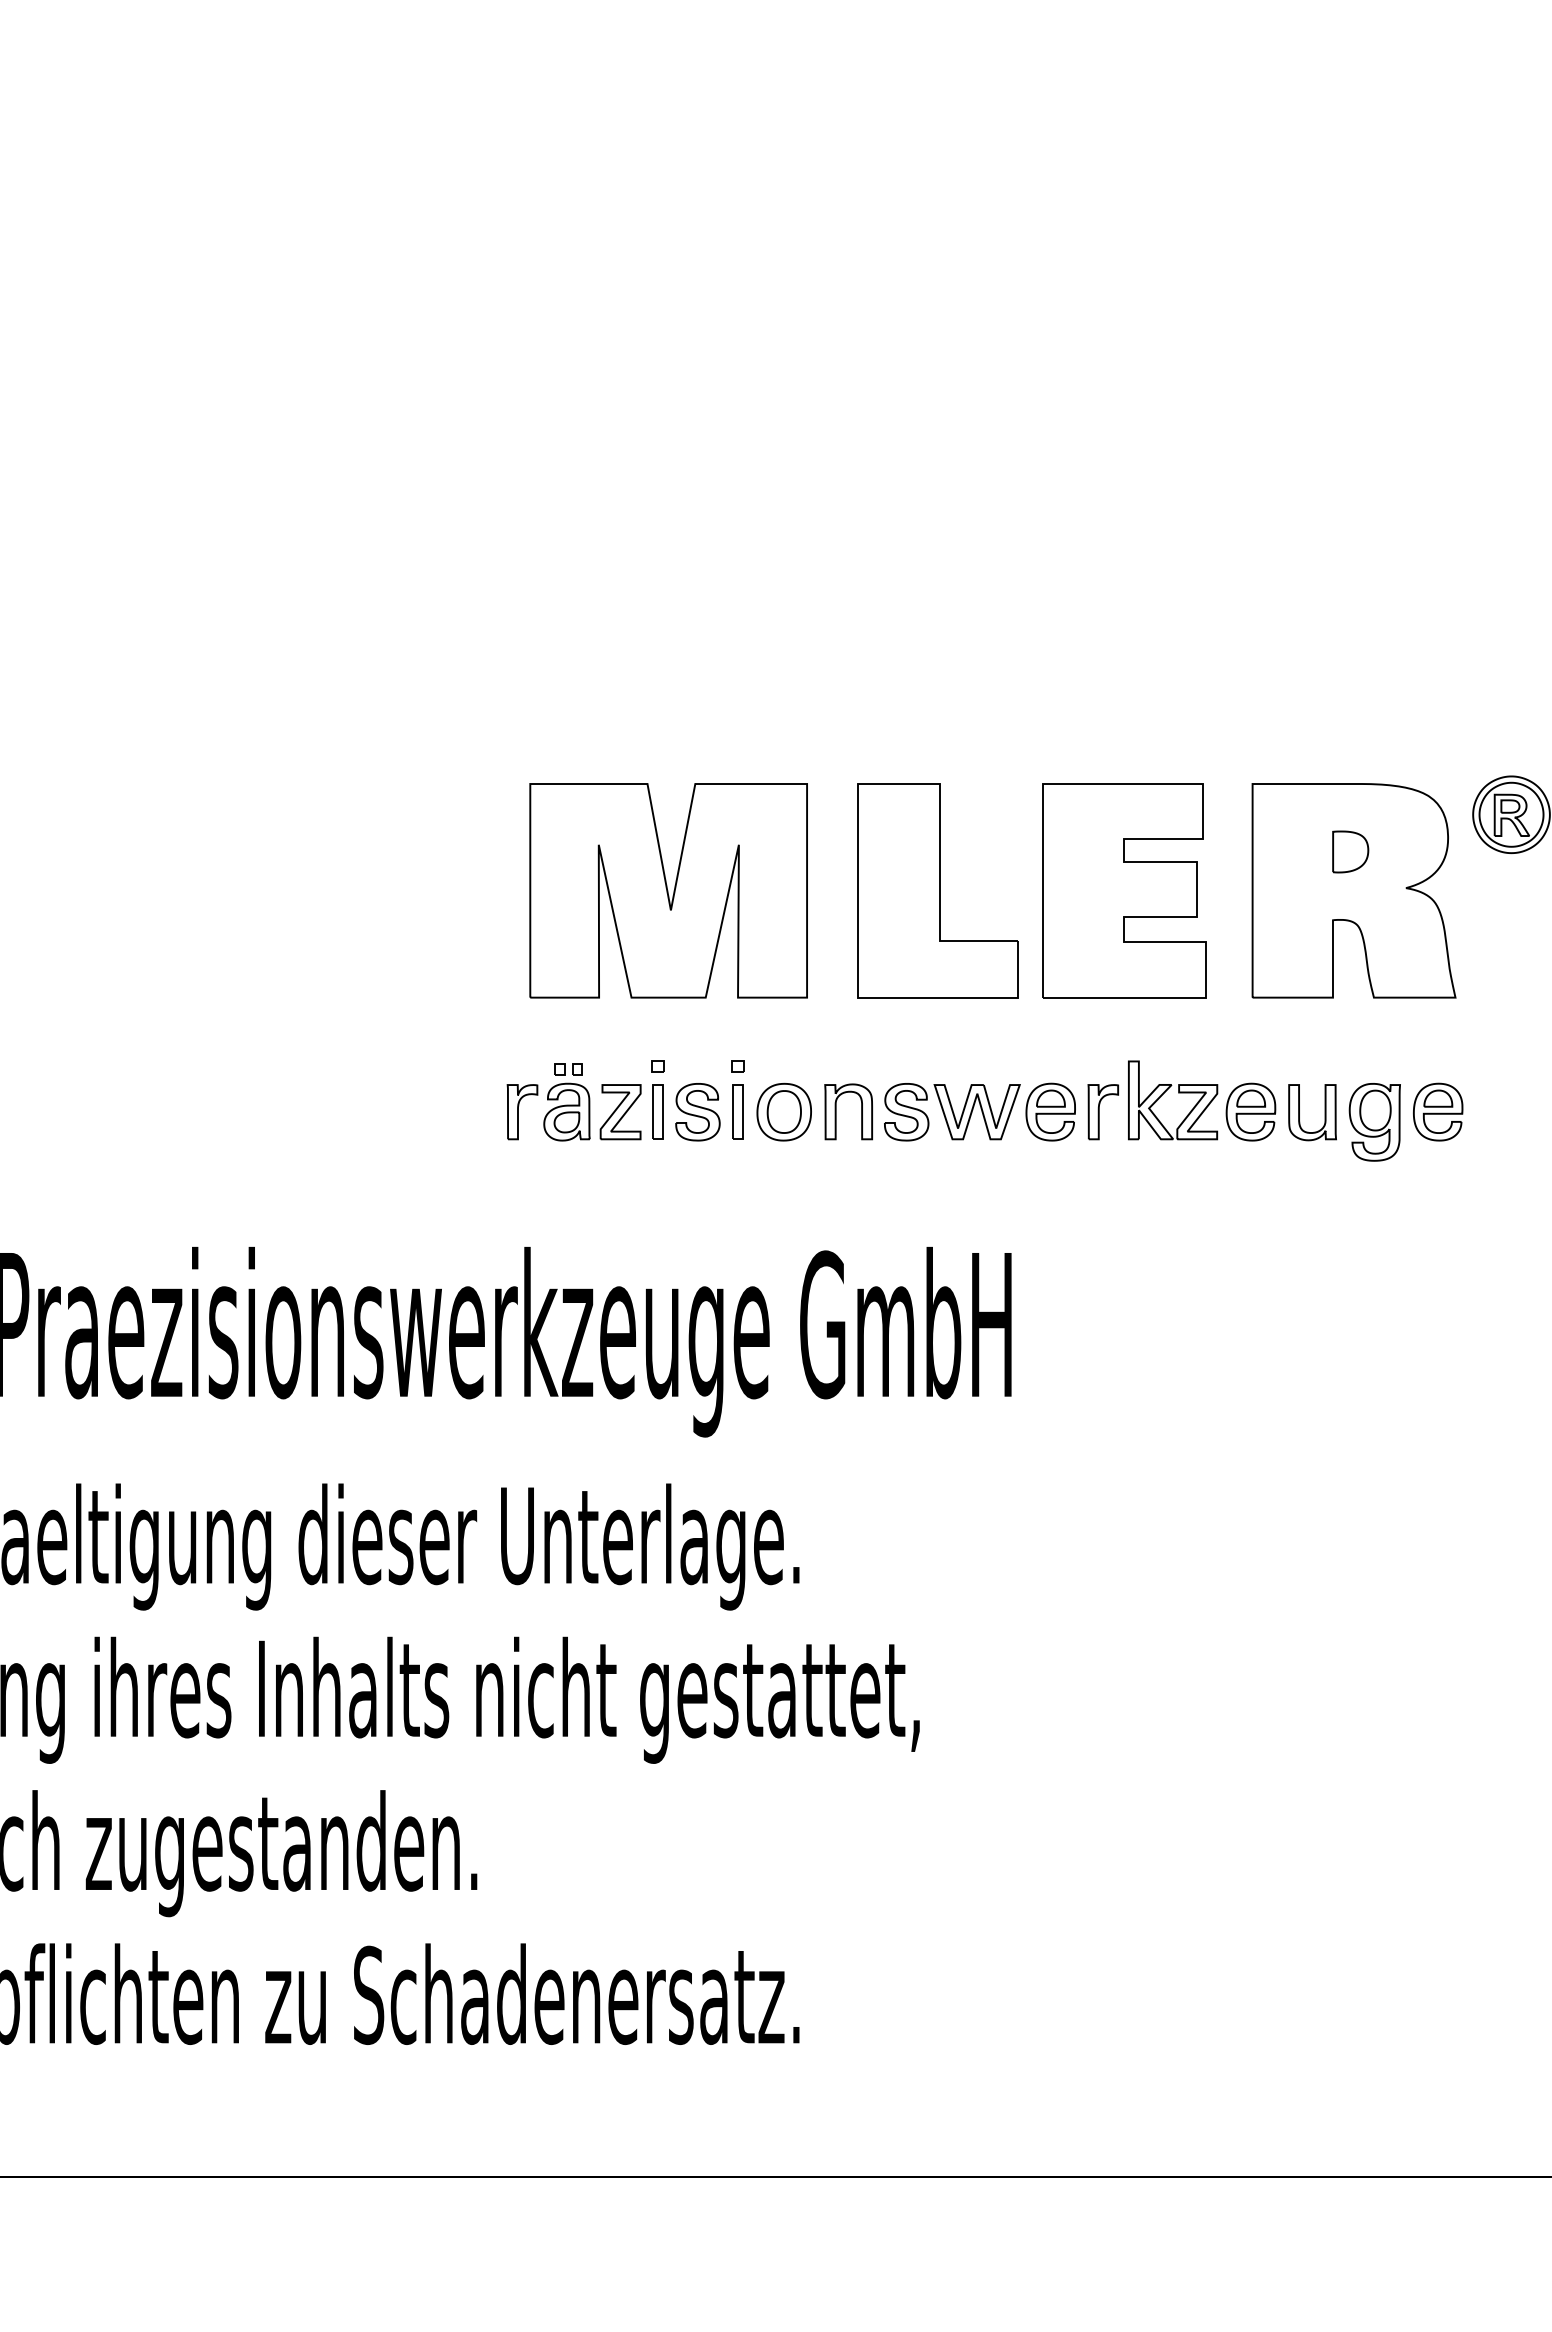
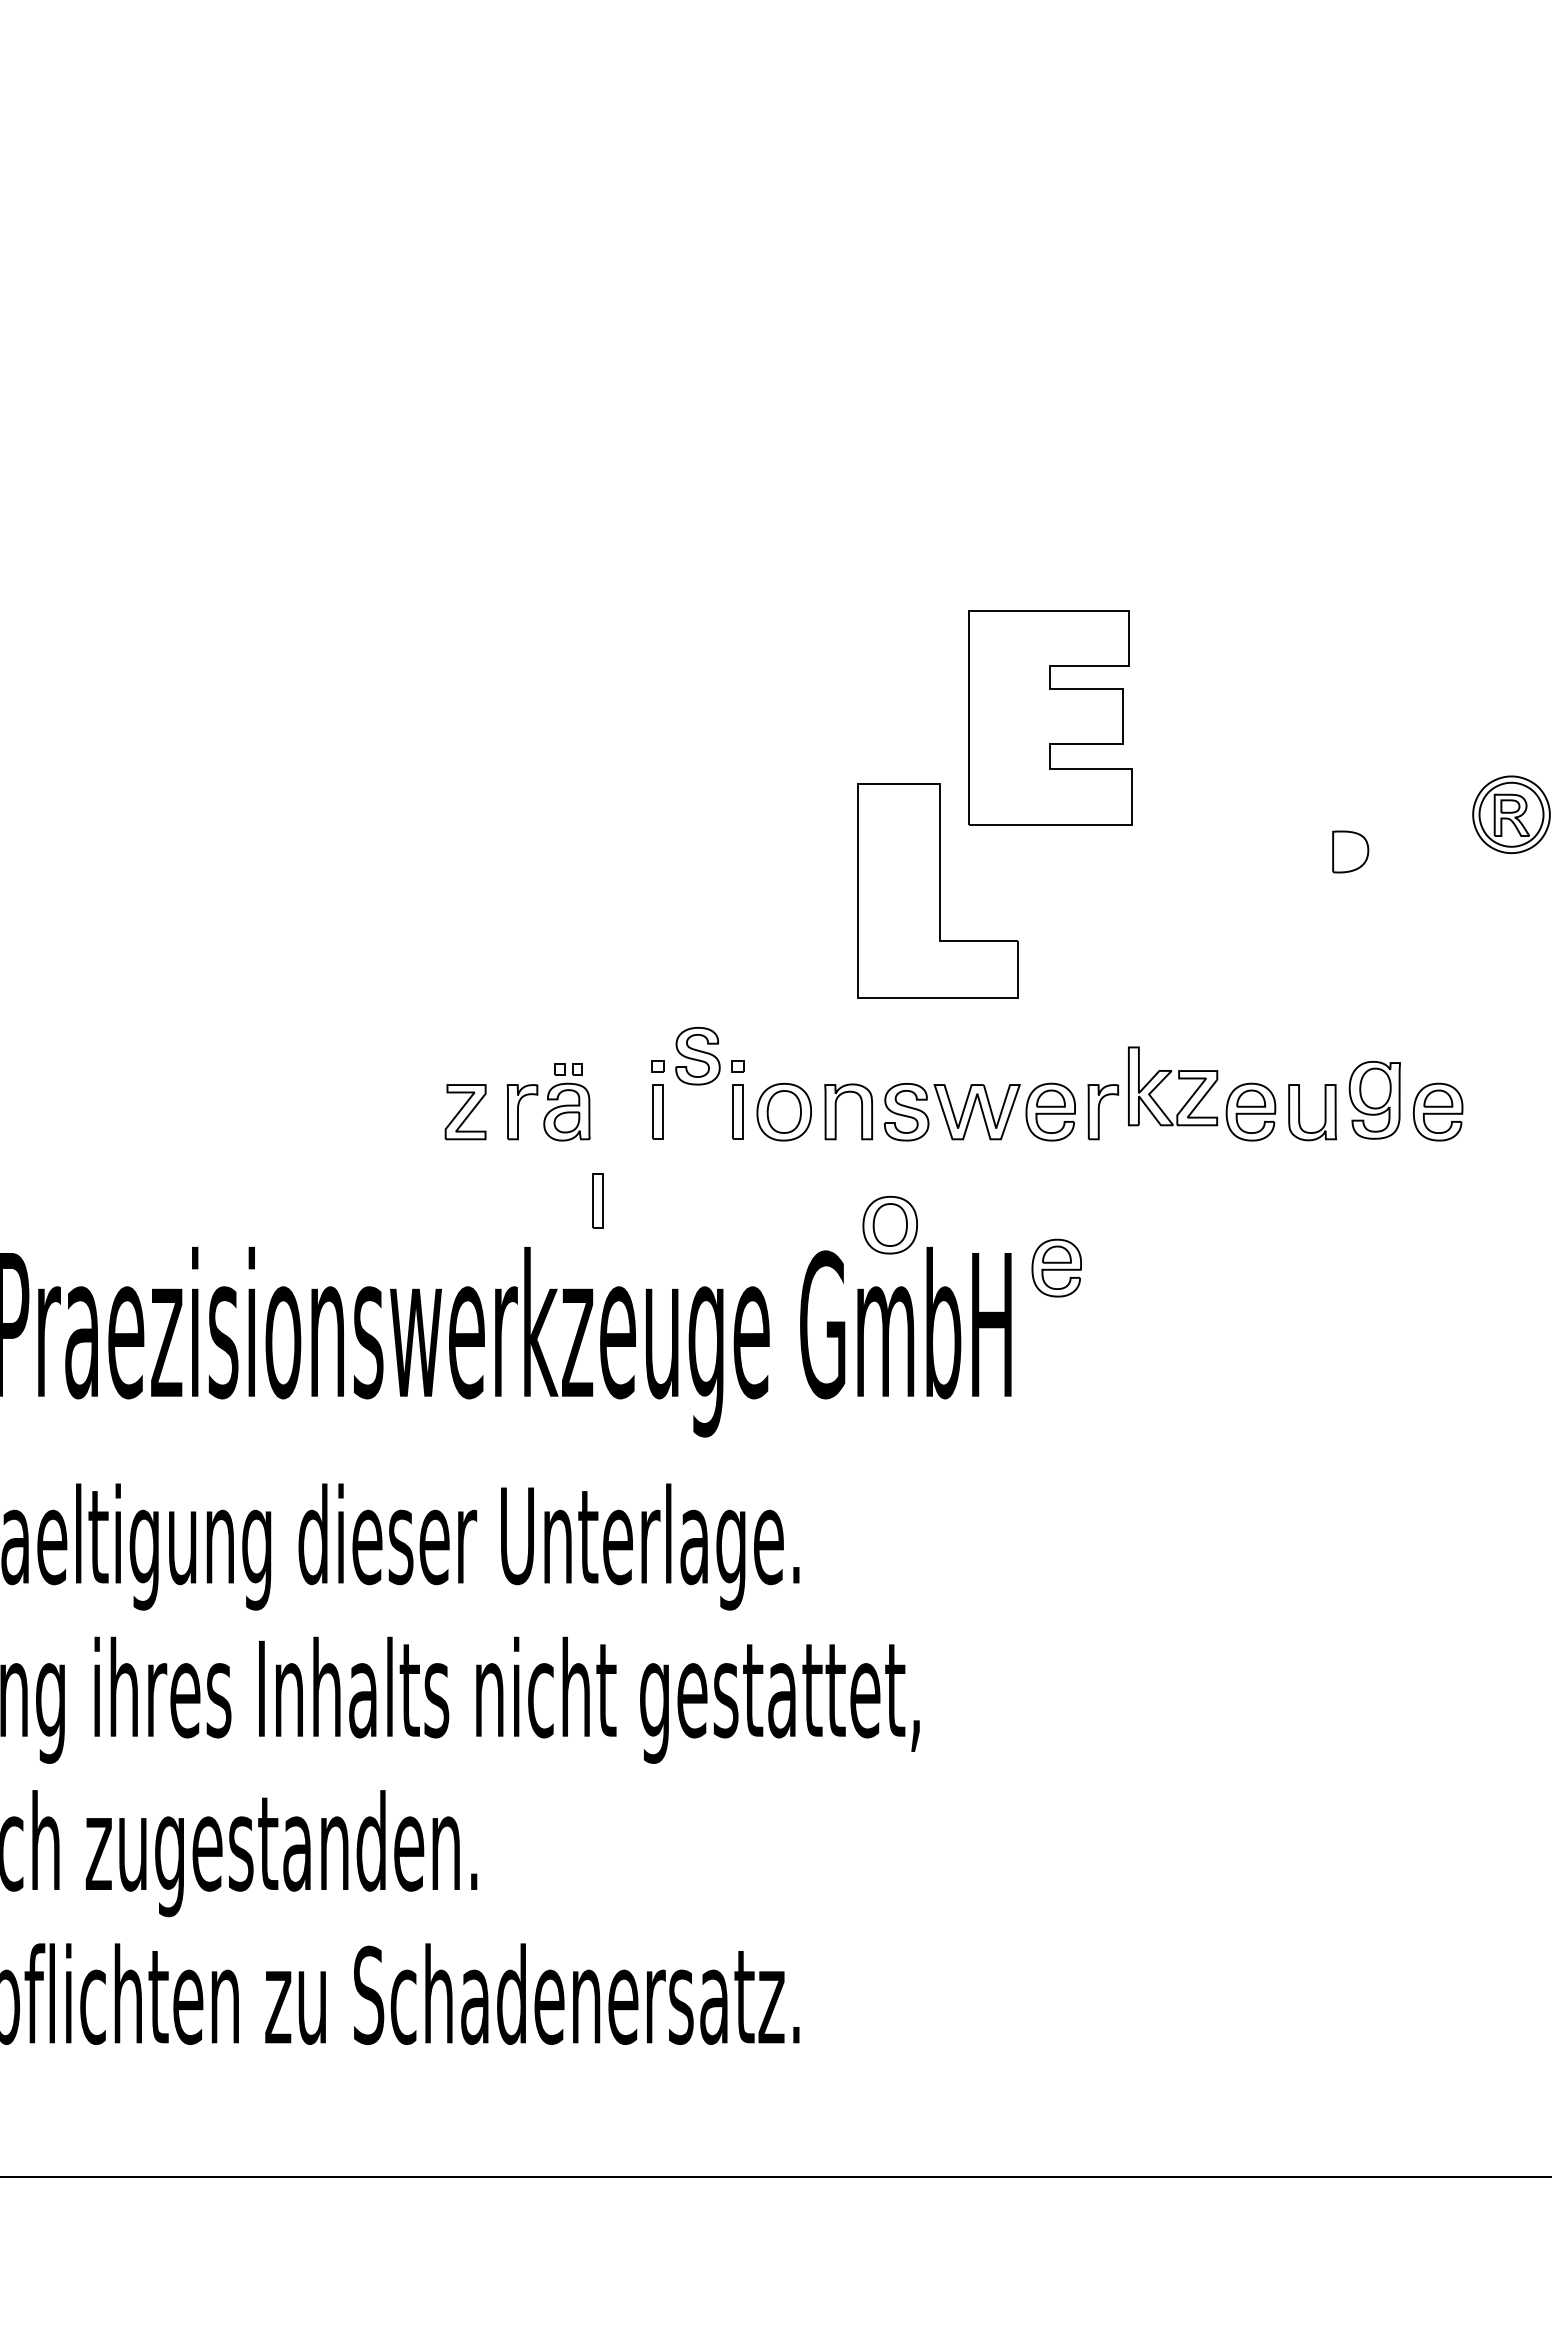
part at (668, 890): present -> none
part at (1124, 890) position: (1124, 890) -> (1050, 717)
part at (1353, 890): present -> none
part at (1178, 1093) position: (1178, 1093) -> (1178, 1079)
part at (620, 1112) position: (620, 1112) -> (465, 1112)
part at (697, 1112) position: (697, 1112) -> (697, 1056)
part at (1374, 1122) position: (1374, 1122) -> (1374, 1100)
part at (597, 1200): none -> present
part at (889, 1224): none -> present
part at (1056, 1267): none -> present
